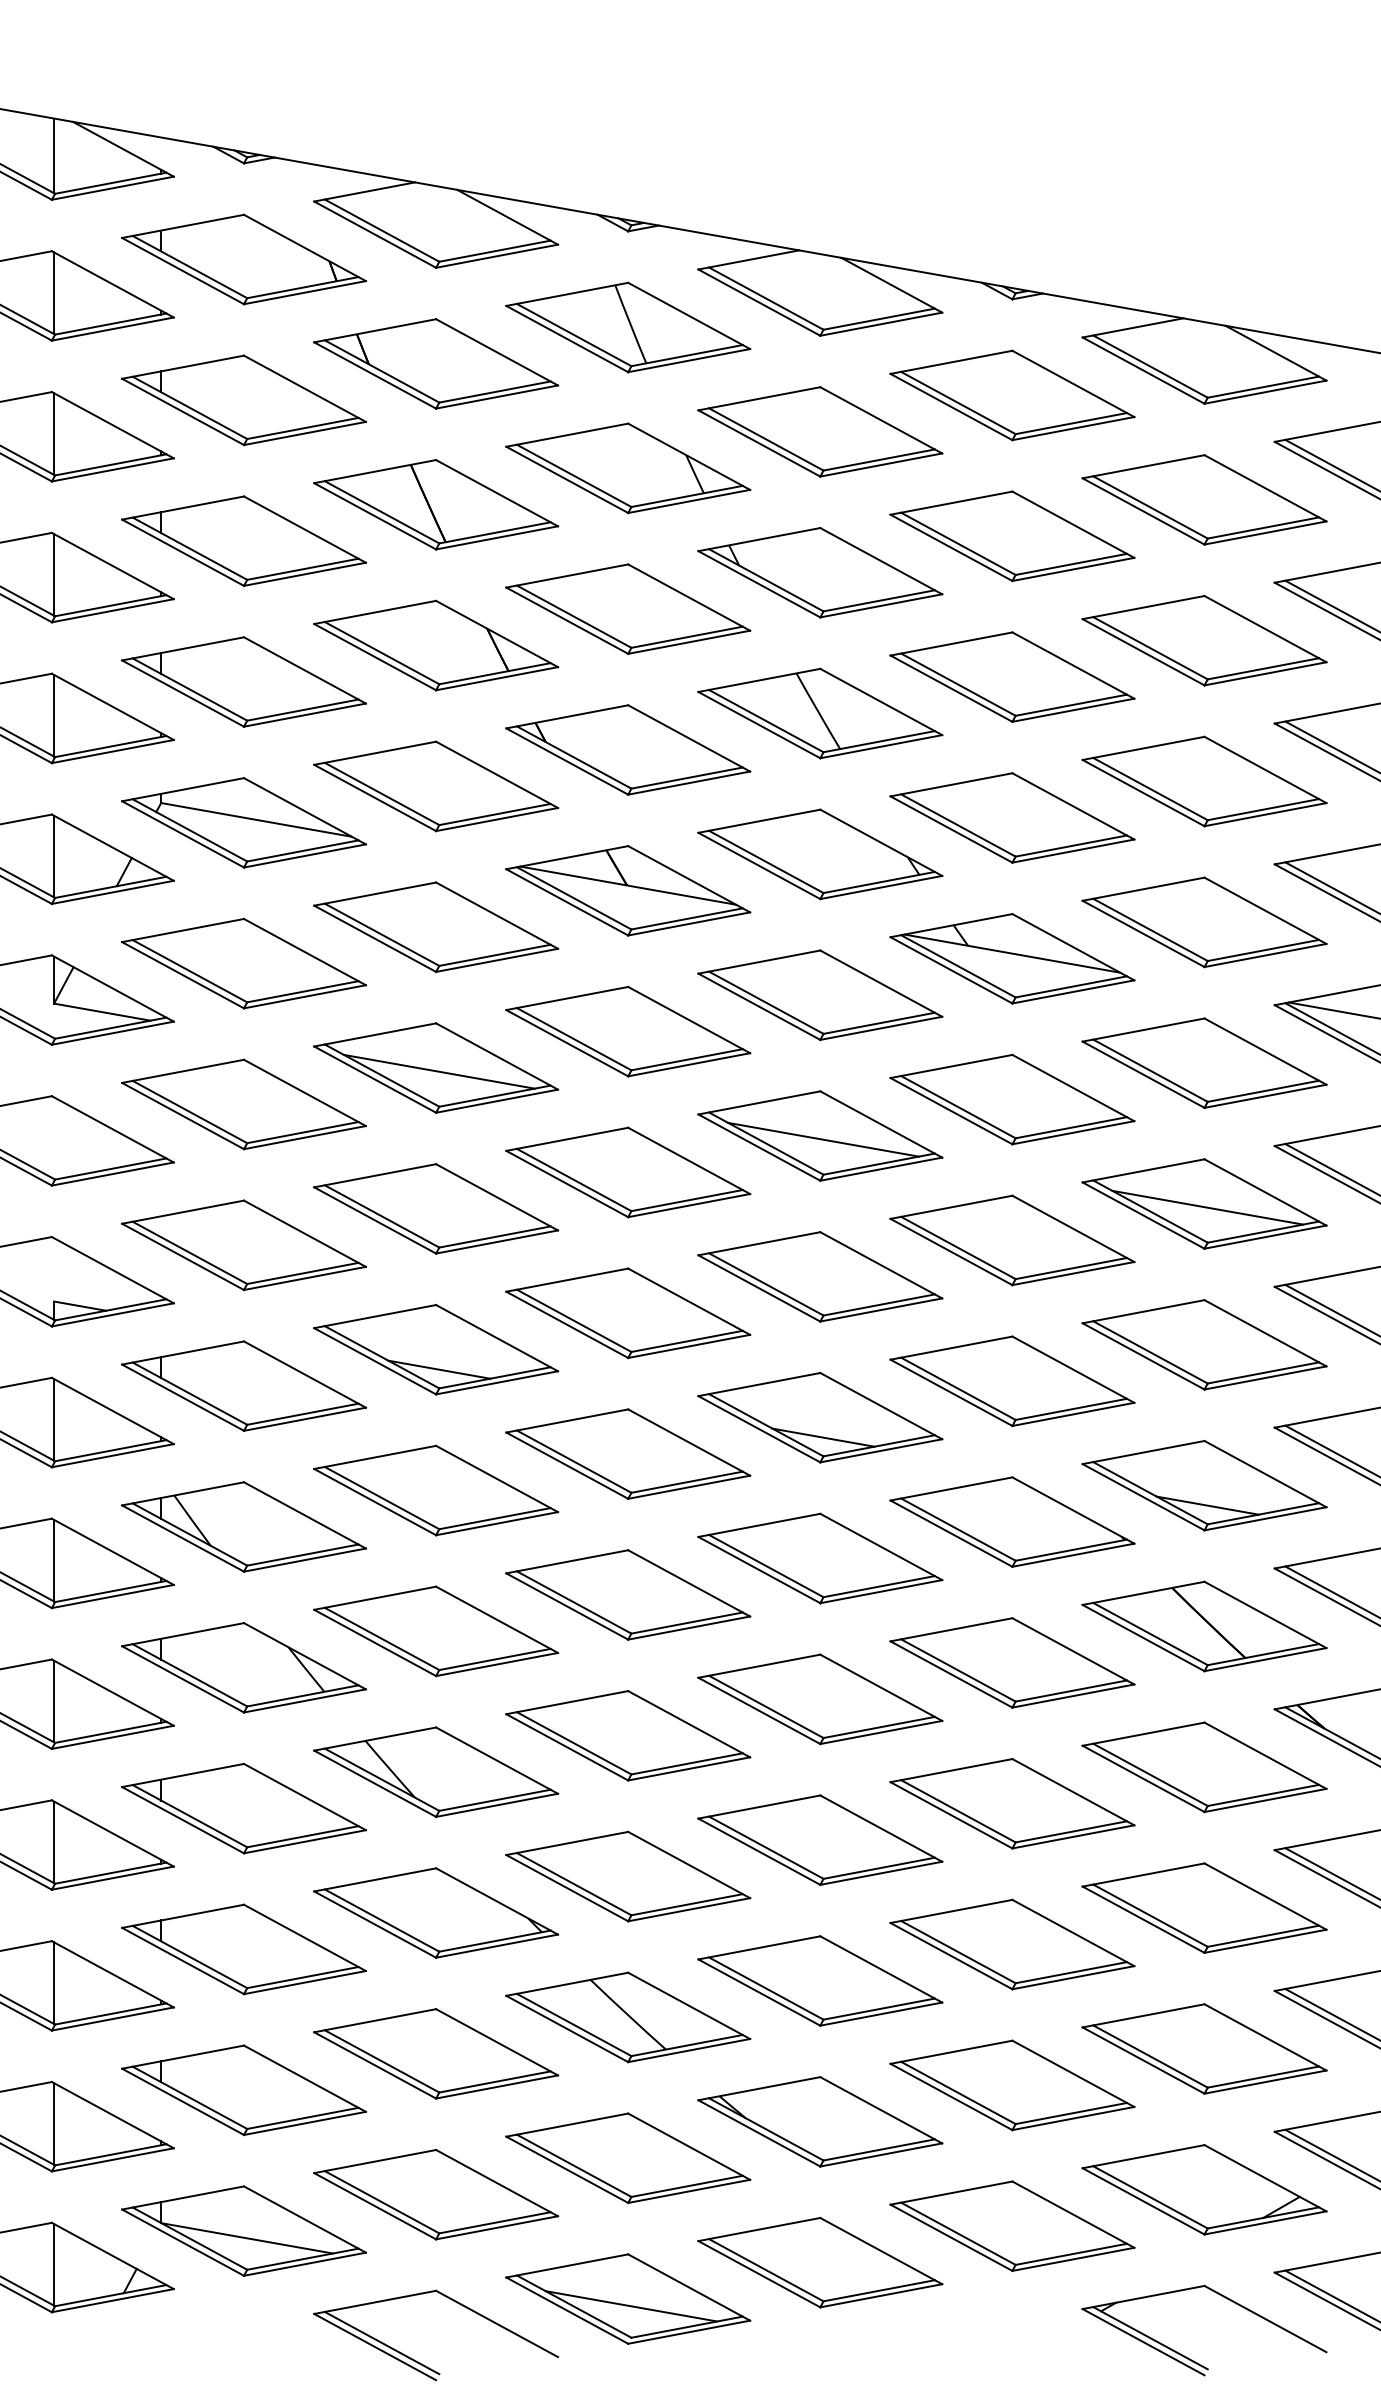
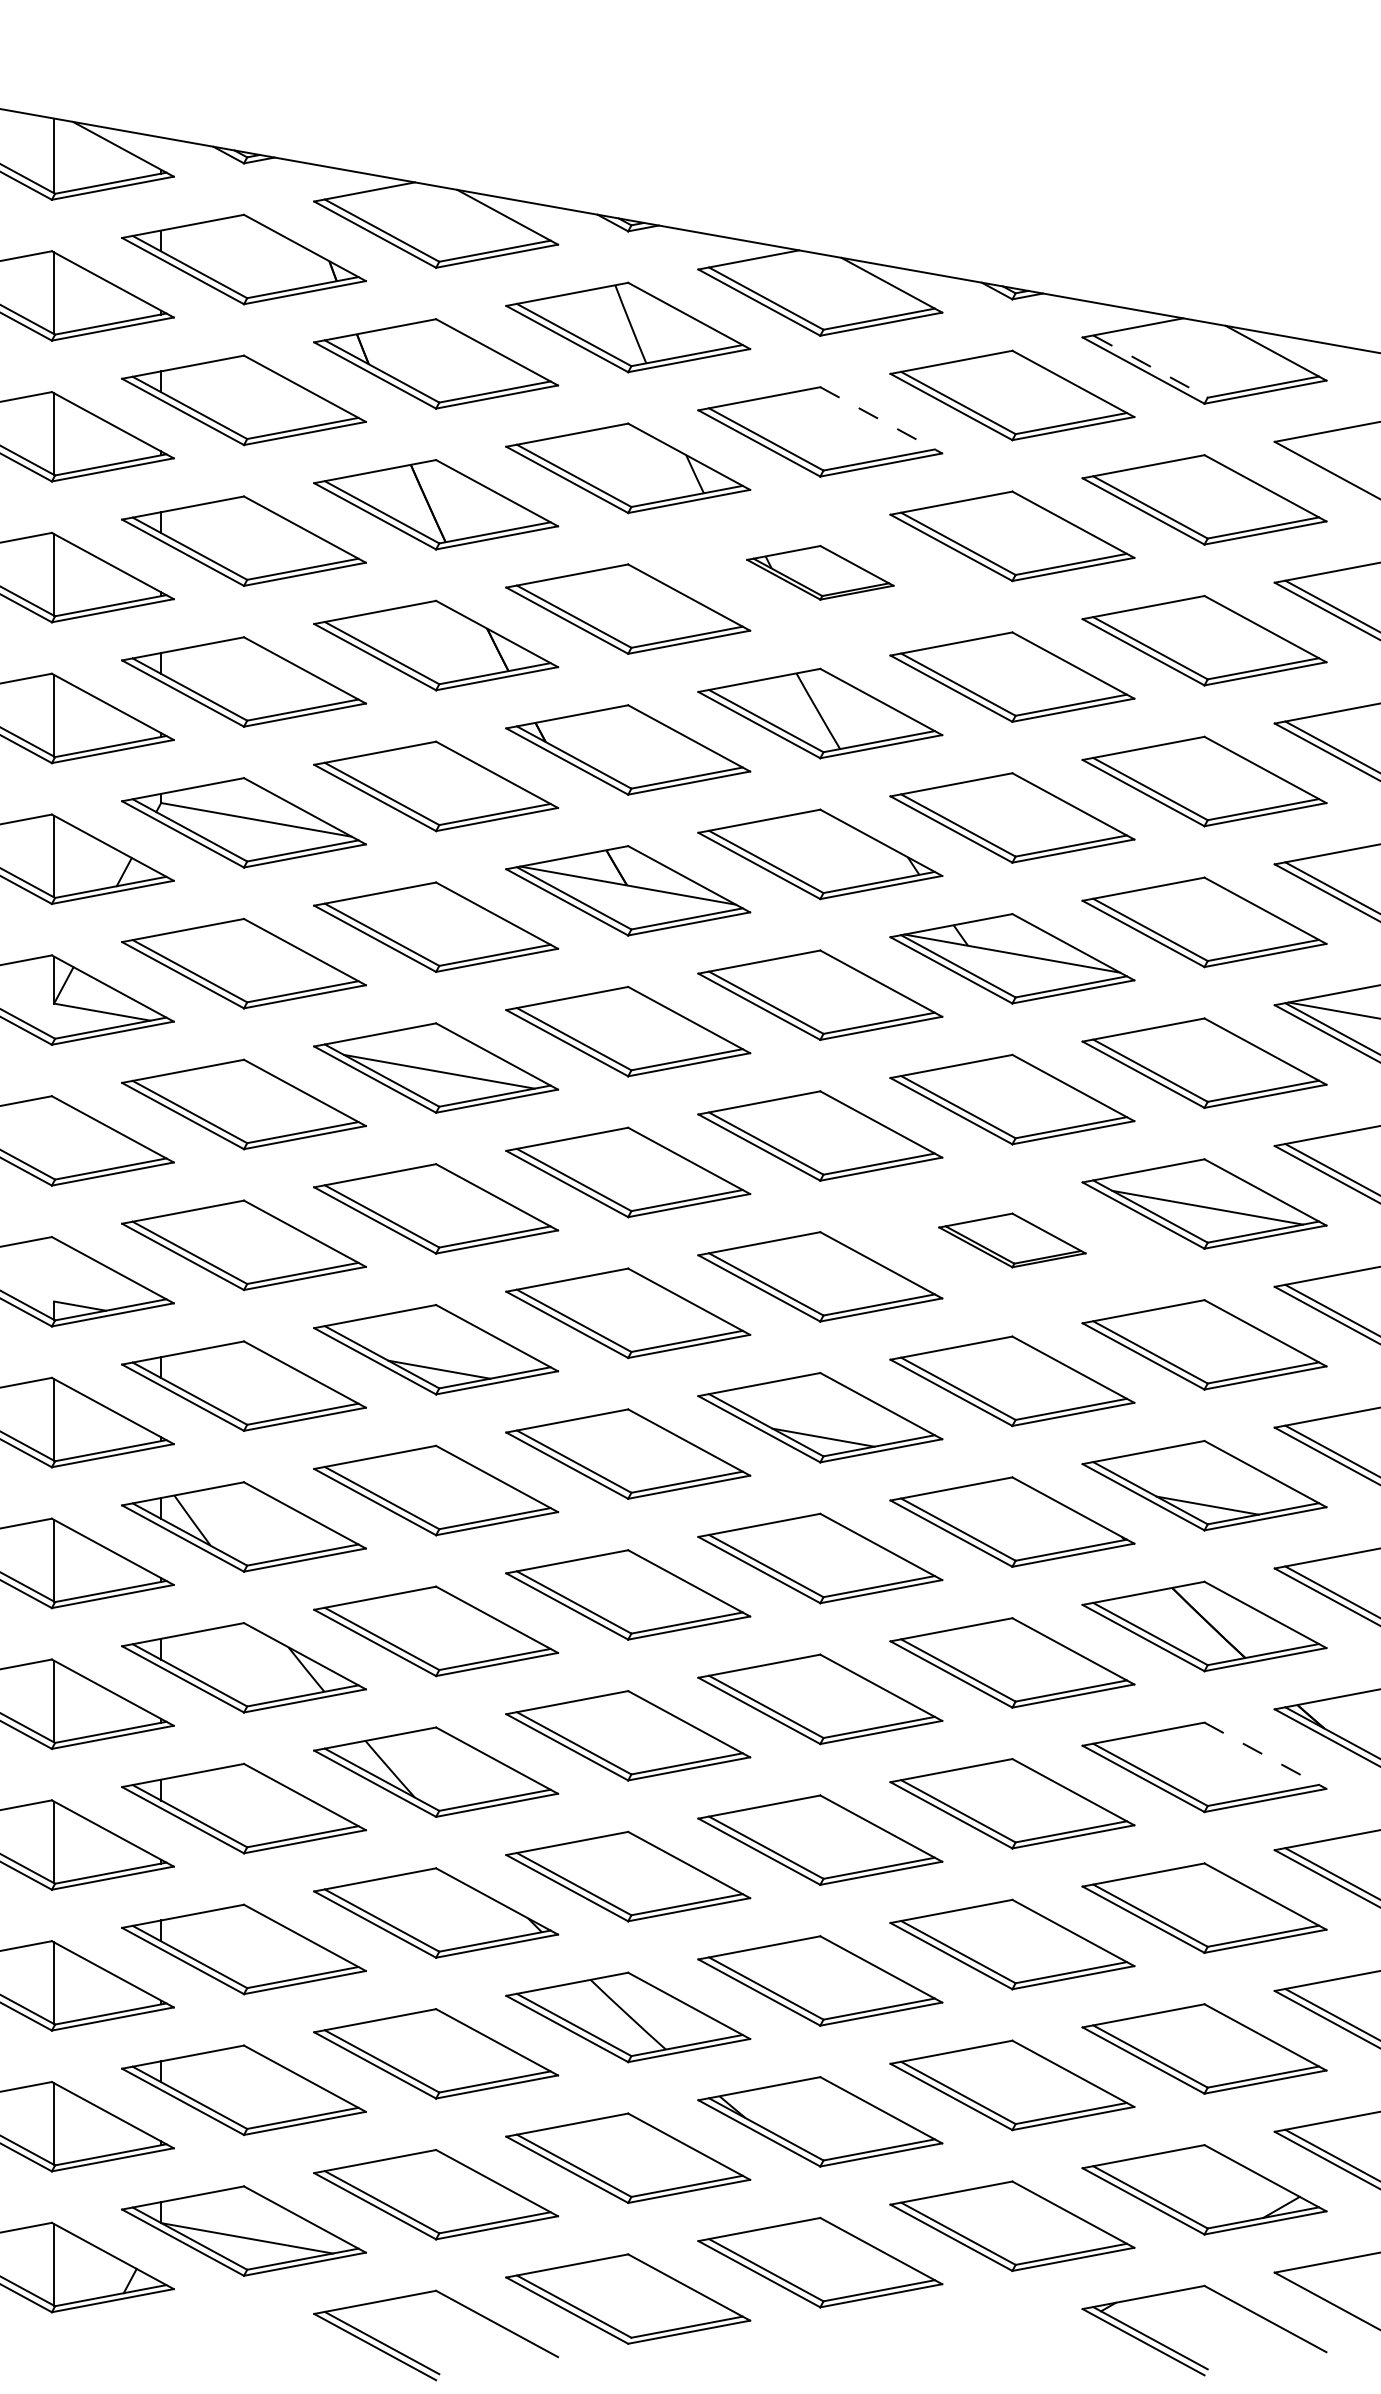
line at (1150, 366): solid -> dashed
line at (881, 420): solid -> dashed
line at (1331, 464): present -> none
part at (820, 572) size: 247x92 px -> 149x56 px
line at (823, 1139): present -> none
part at (1012, 1240) size: 247x93 px -> 149x57 px
line at (1265, 1756): solid -> dashed
line at (1331, 2295): present -> none
line at (631, 2306): present -> none
